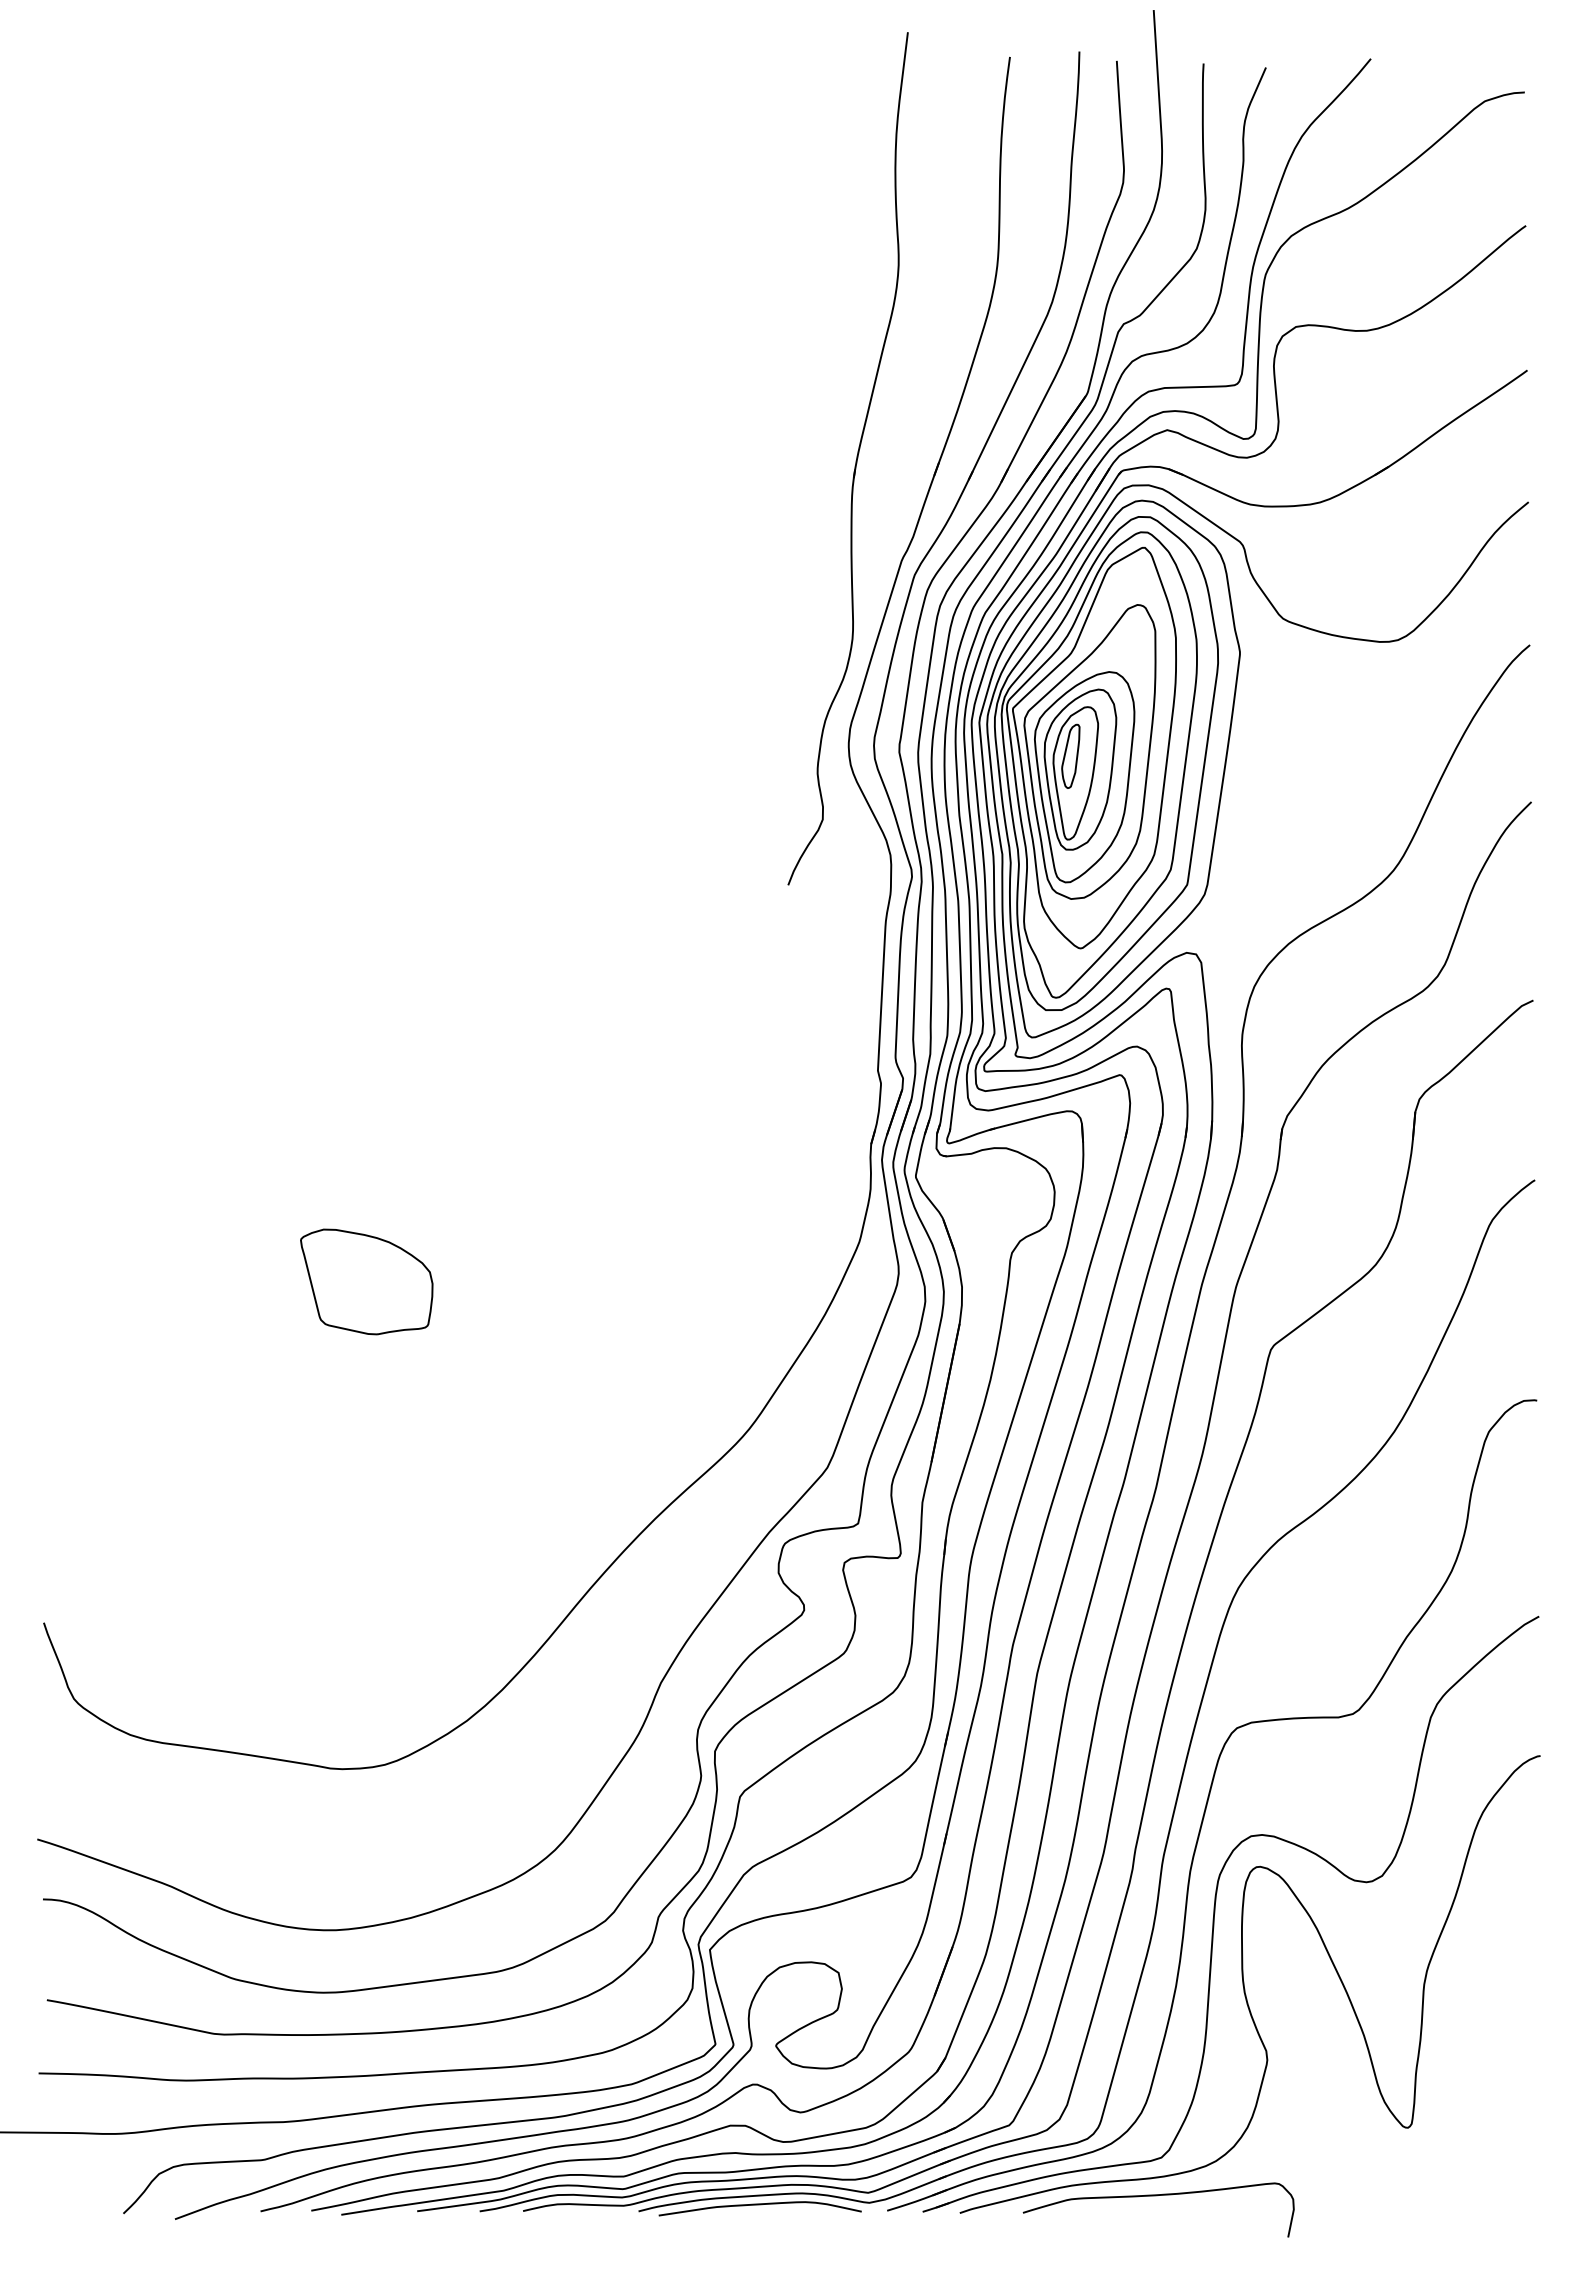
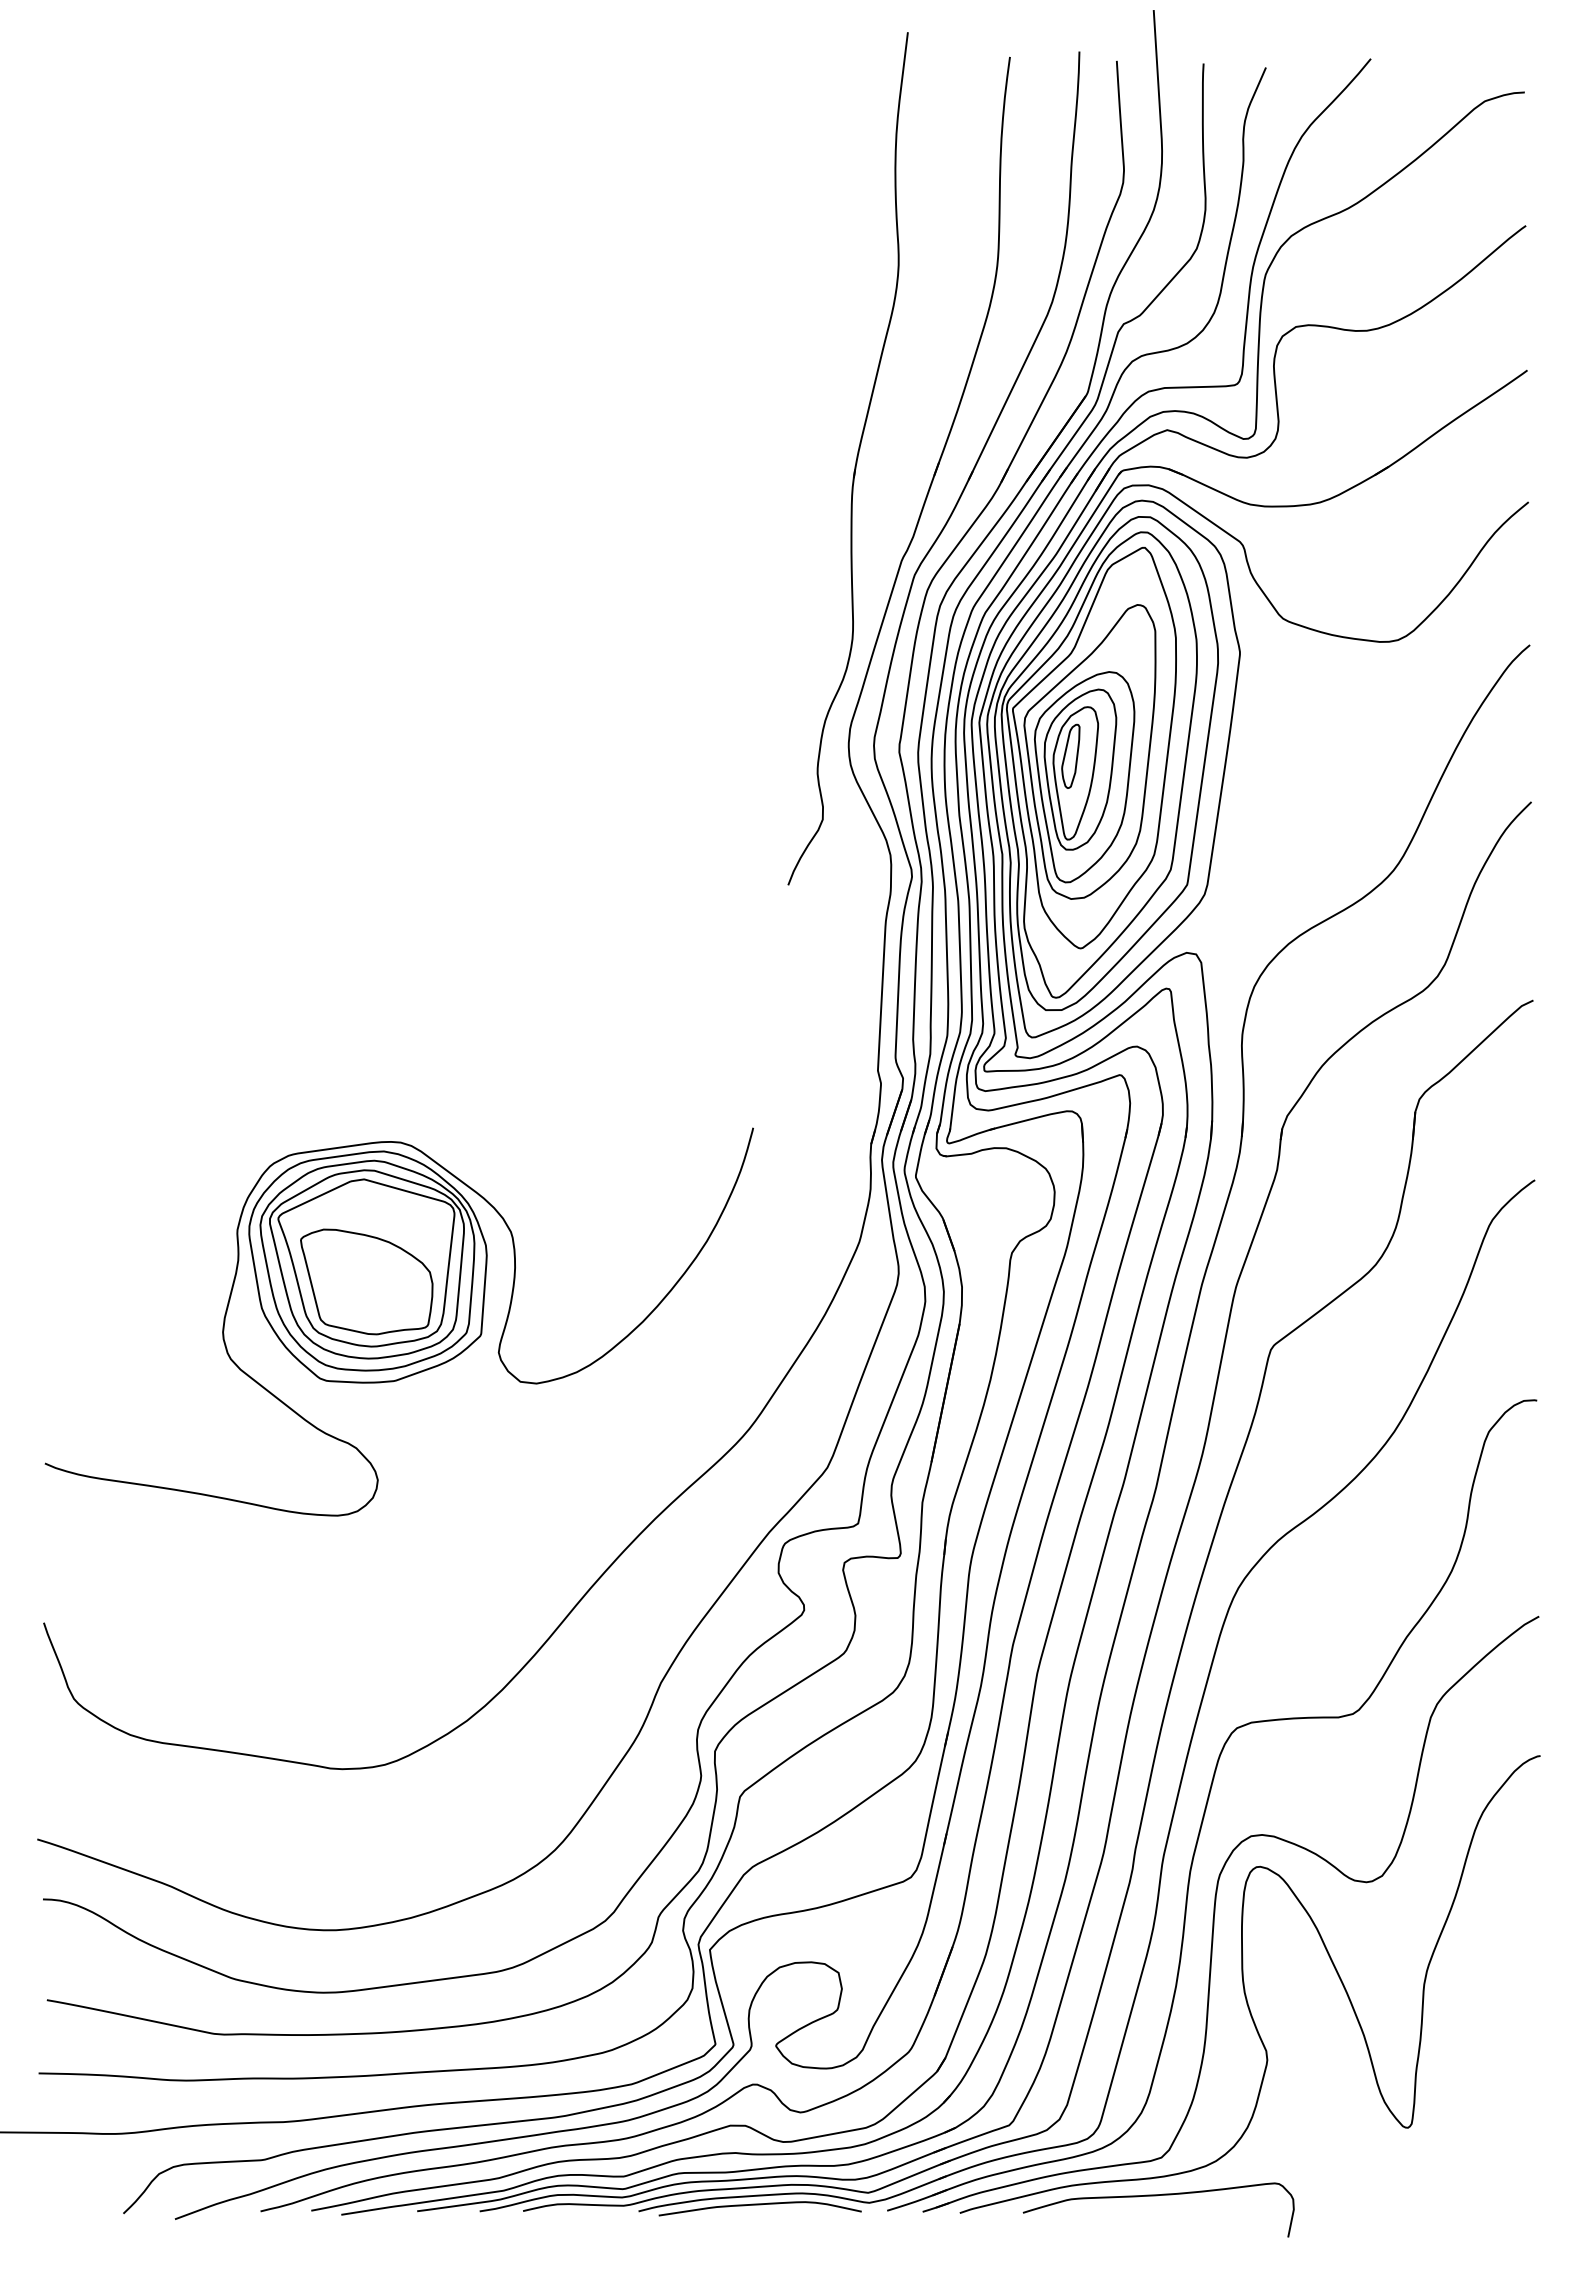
part at (398, 1321): none -> present
